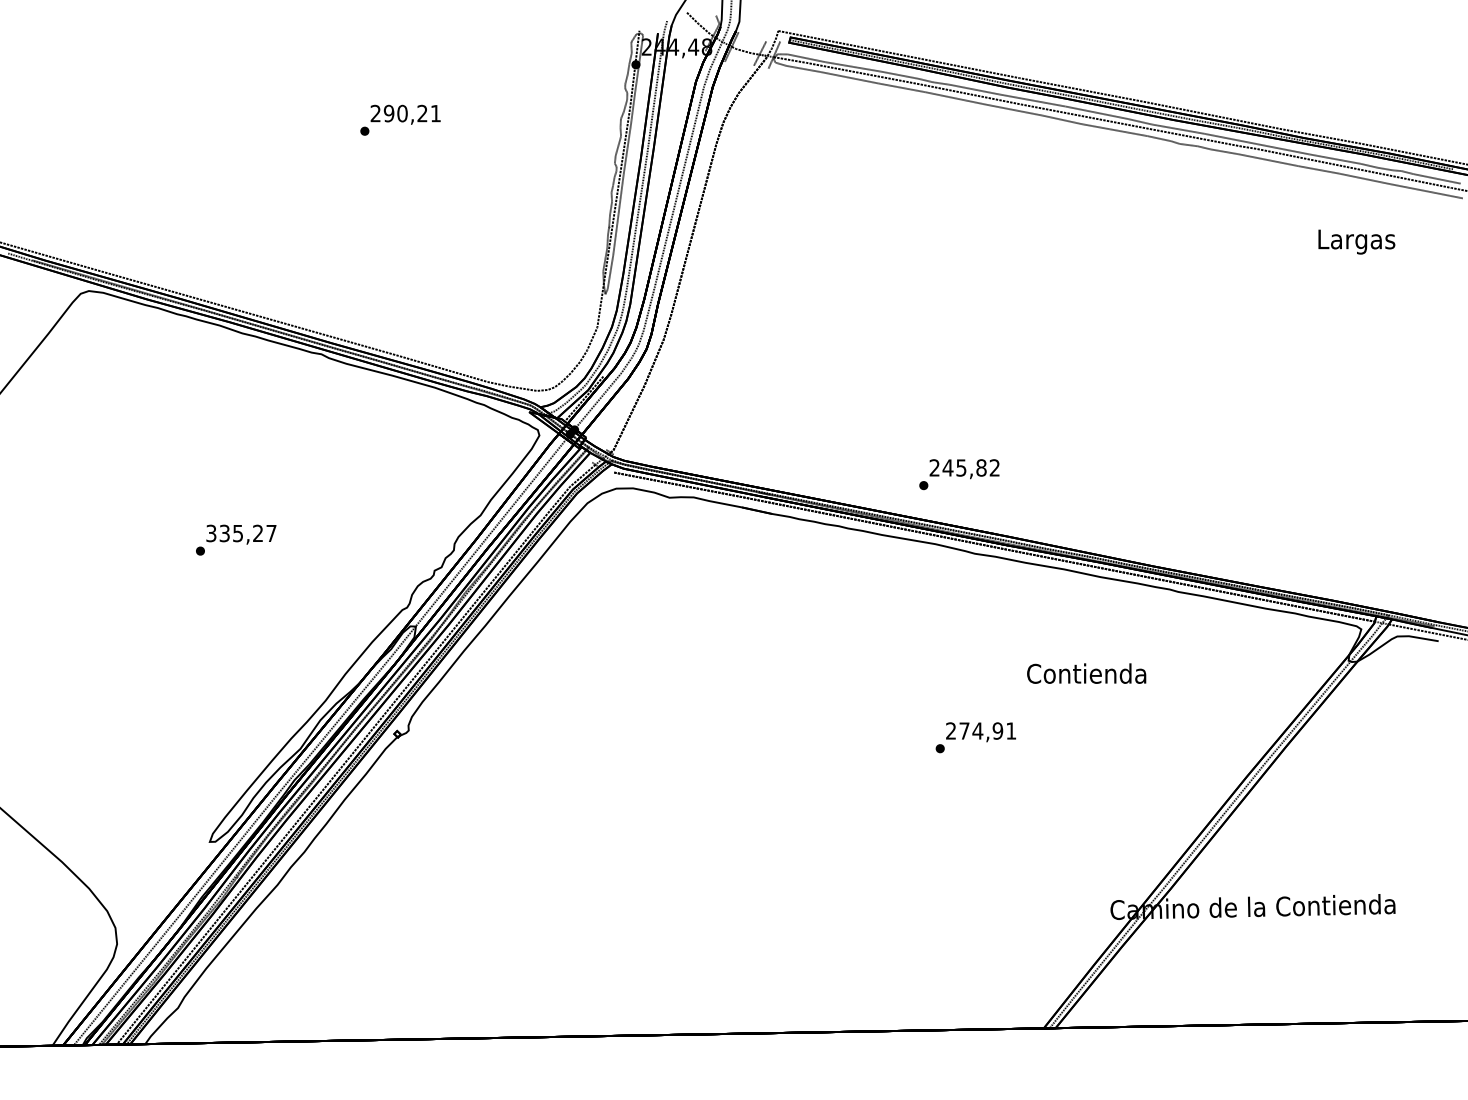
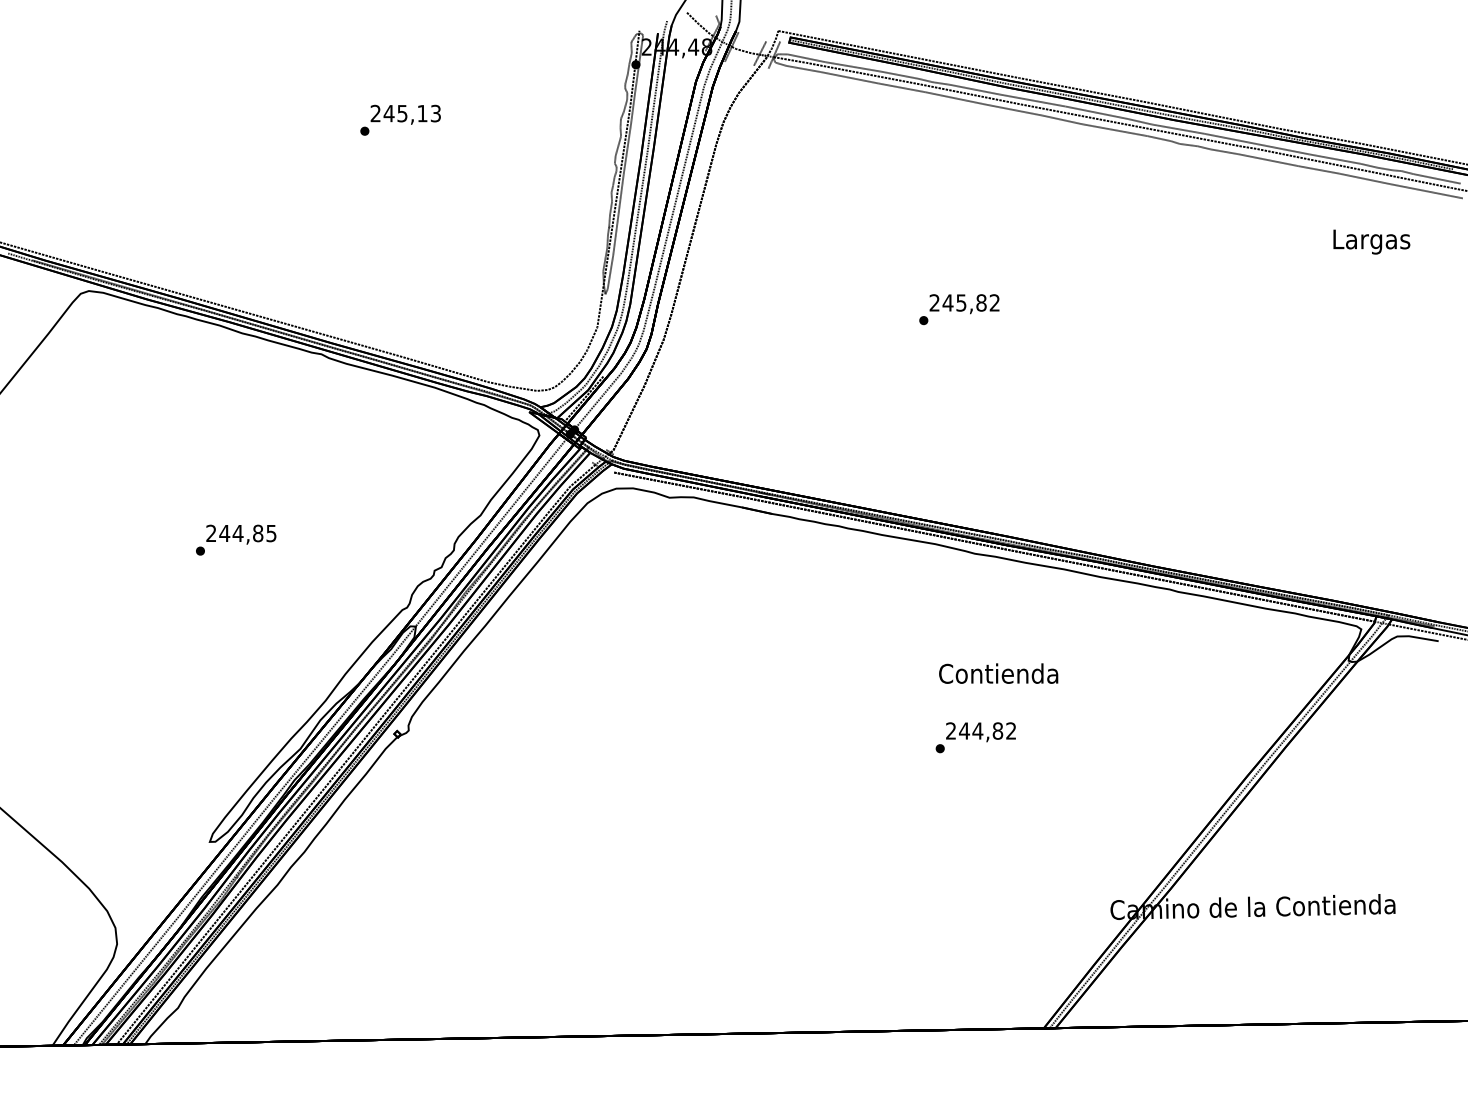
text at (411, 113): 290,21 -> 245,13
text at (1356, 241) position: (1356, 241) -> (1371, 241)
text at (959, 474) position: (959, 474) -> (959, 309)
text at (241, 533): 335,27 -> 244,85
text at (1086, 673) position: (1086, 673) -> (998, 673)
text at (987, 730): 274,91 -> 244,82
